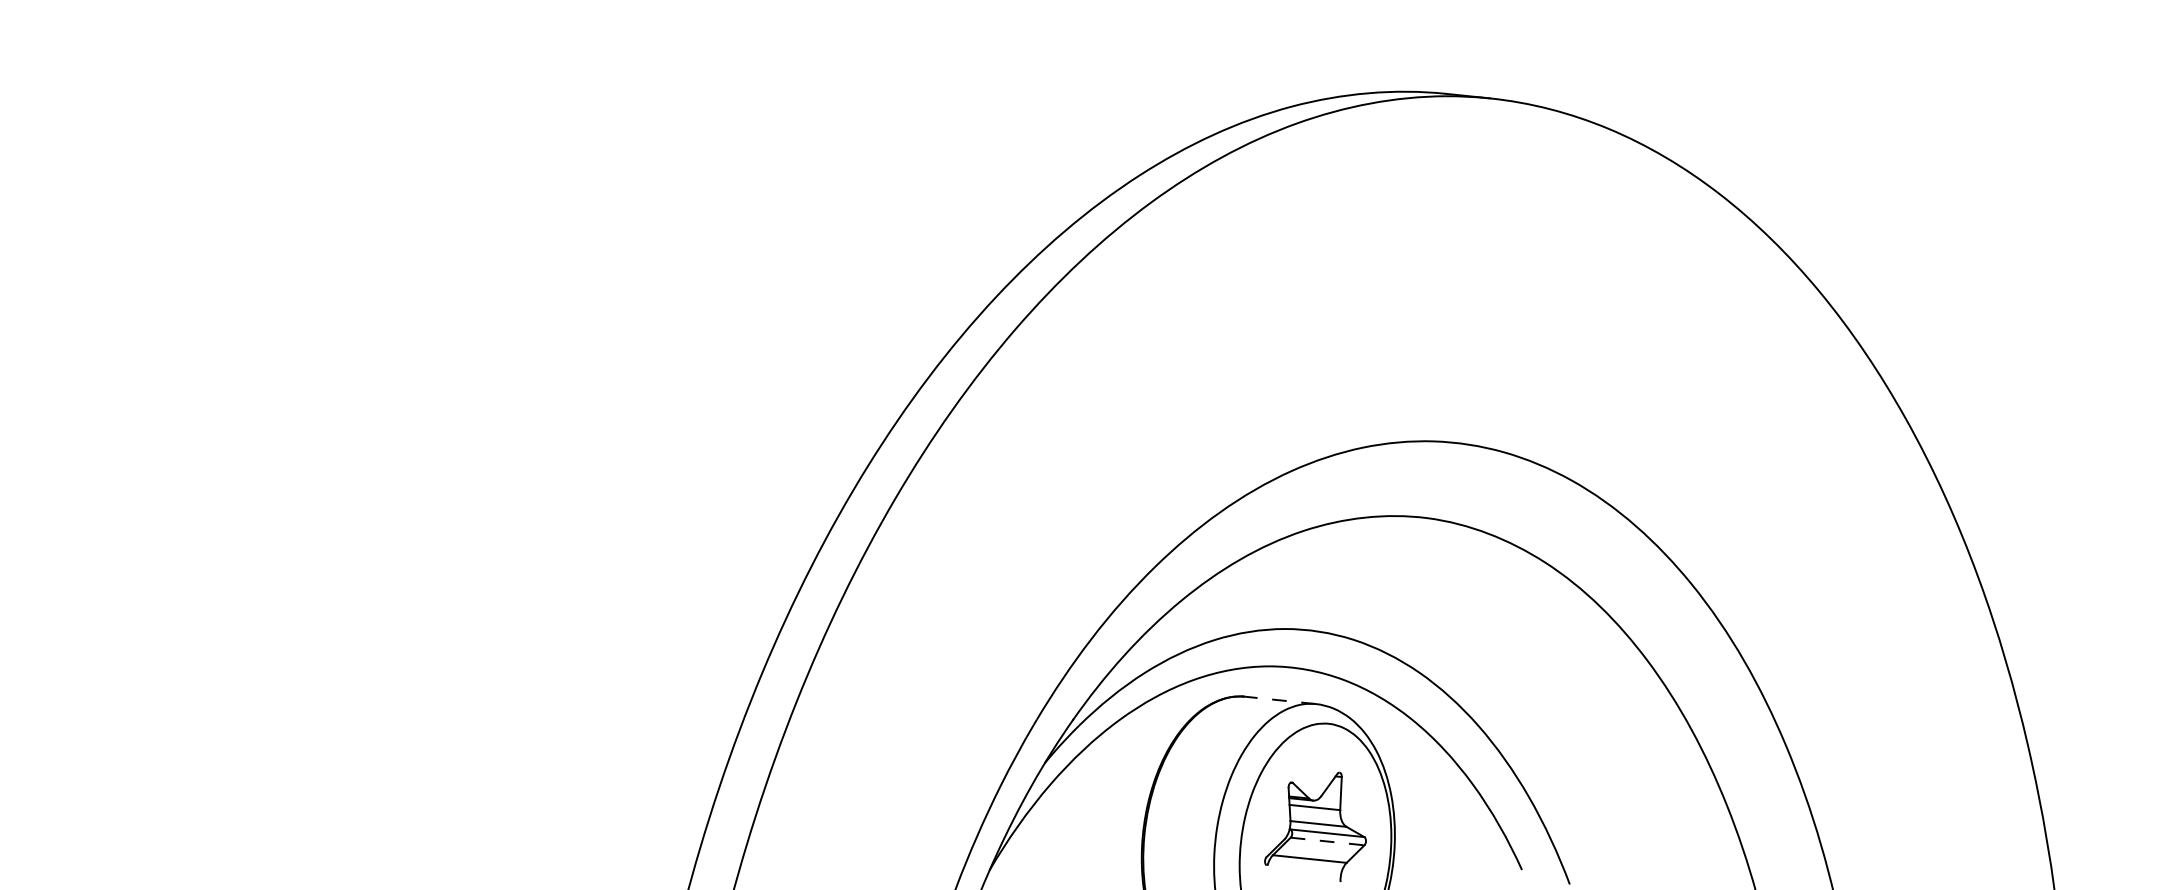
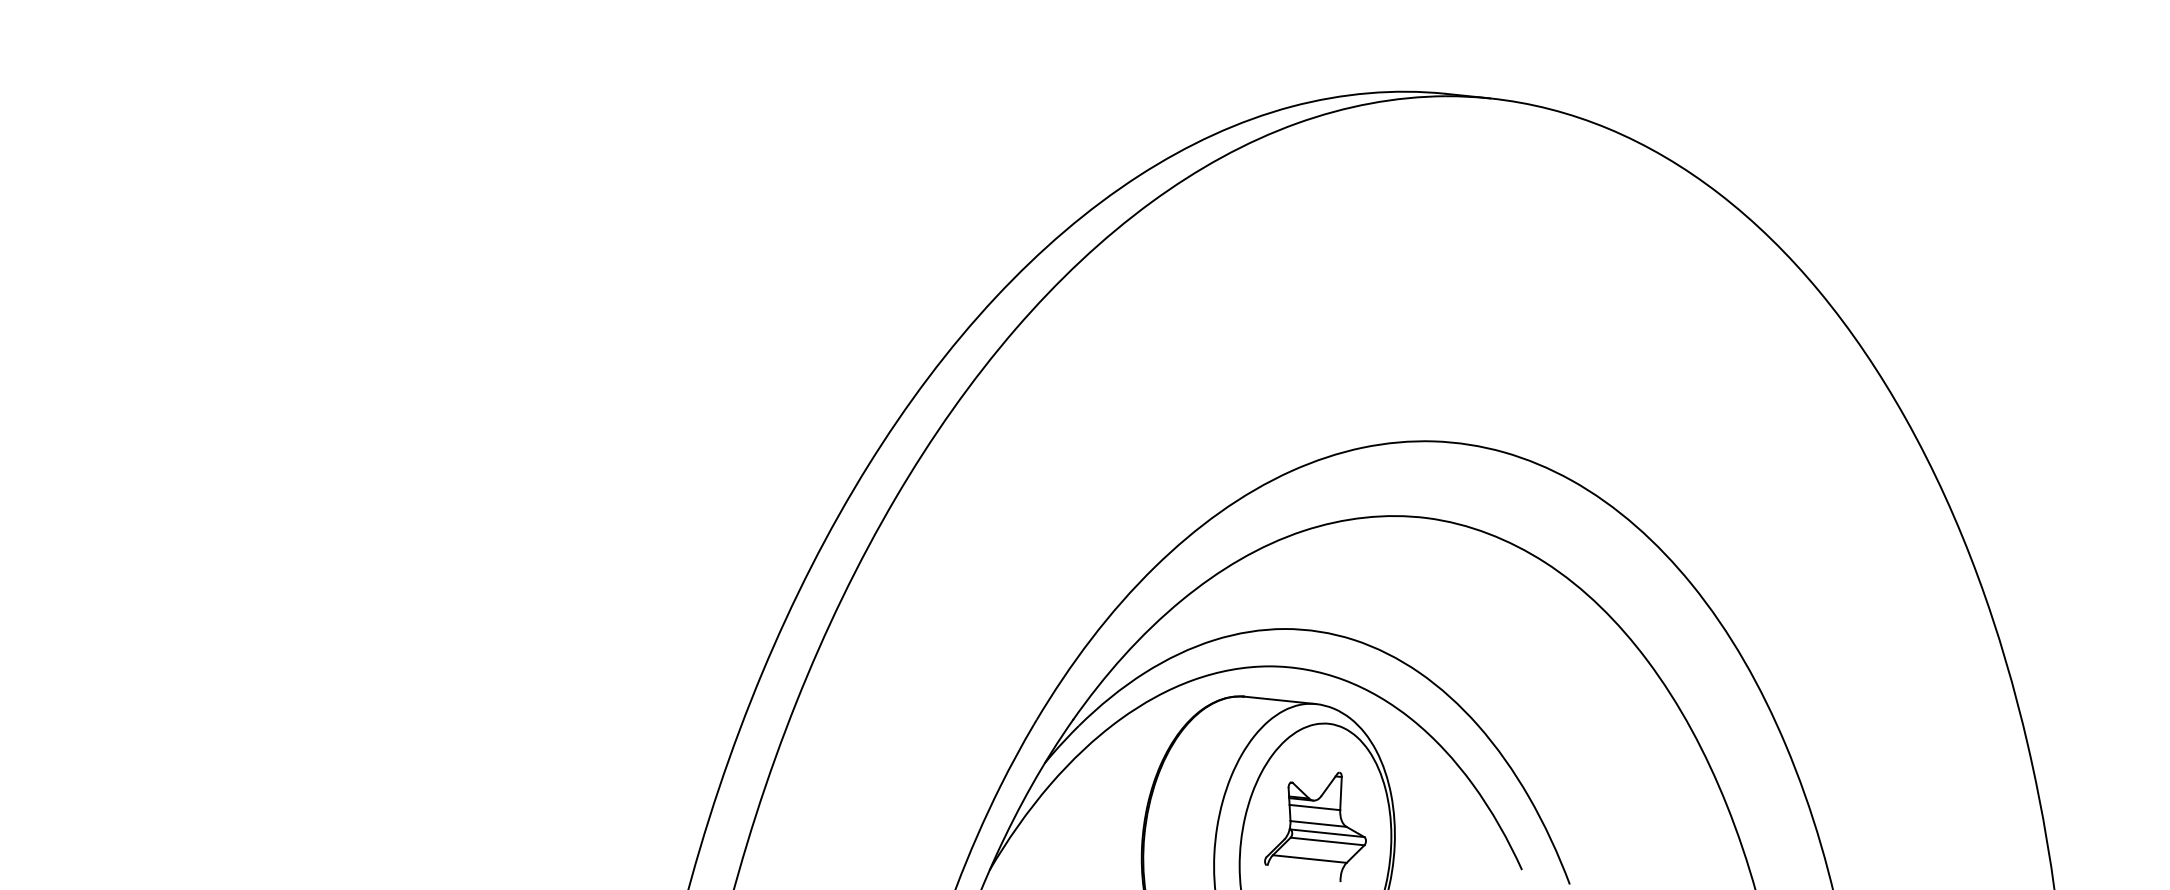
line at (1280, 700): dashed -> solid
line at (1328, 841): dashed -> solid
